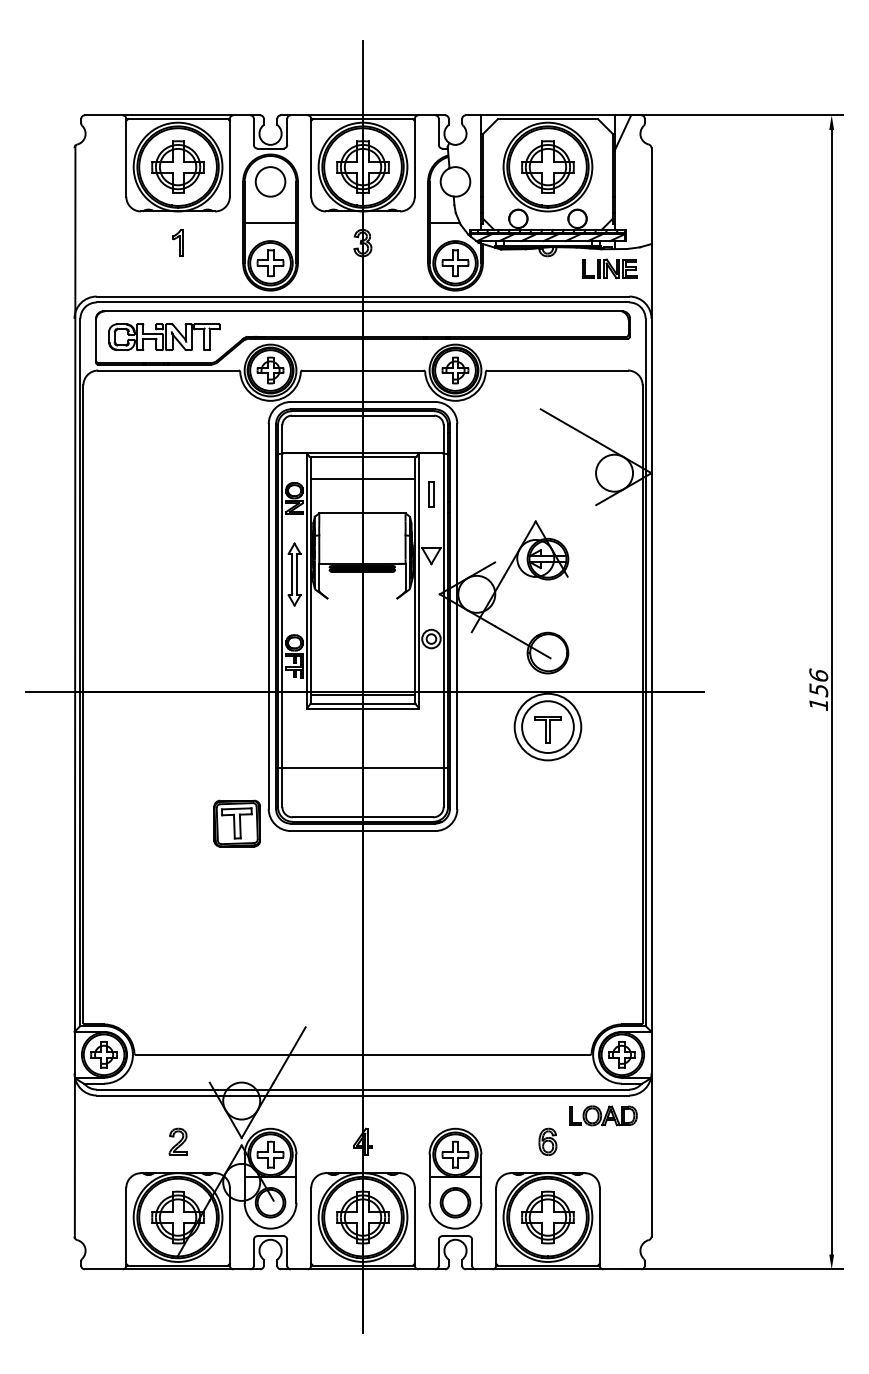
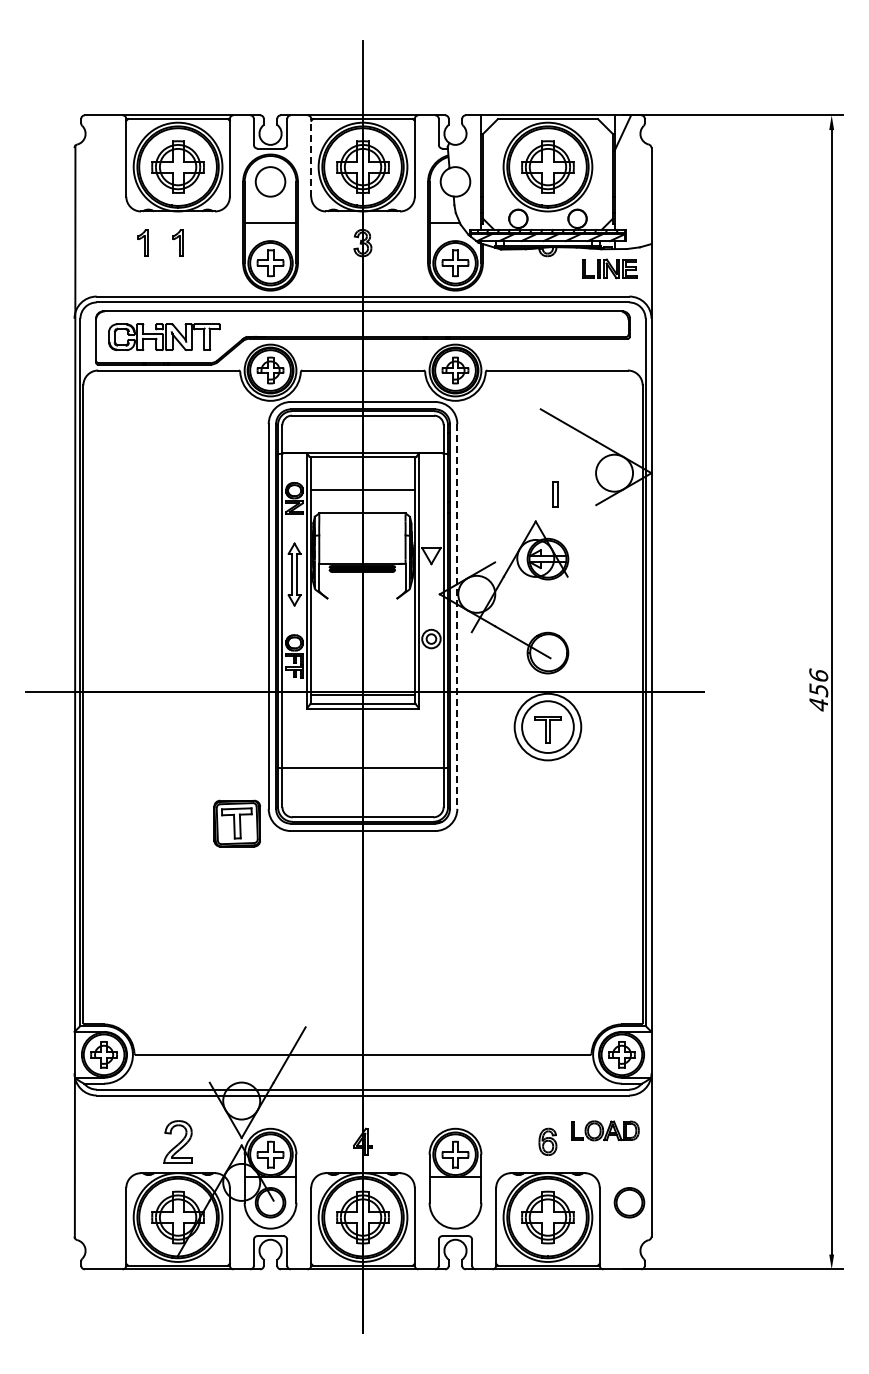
line at (311, 157): solid -> dashed
part at (142, 242): none -> present
line at (362, 478) position: (362, 478) -> (362, 489)
part at (431, 494) position: (431, 494) -> (555, 494)
line at (457, 617): solid -> dashed
text at (818, 704): 156 -> 456
part at (603, 1115) position: (603, 1115) -> (605, 1130)
part at (177, 1141) size: 20x29 px -> 30x44 px
part at (455, 1202) position: (455, 1202) -> (629, 1202)
